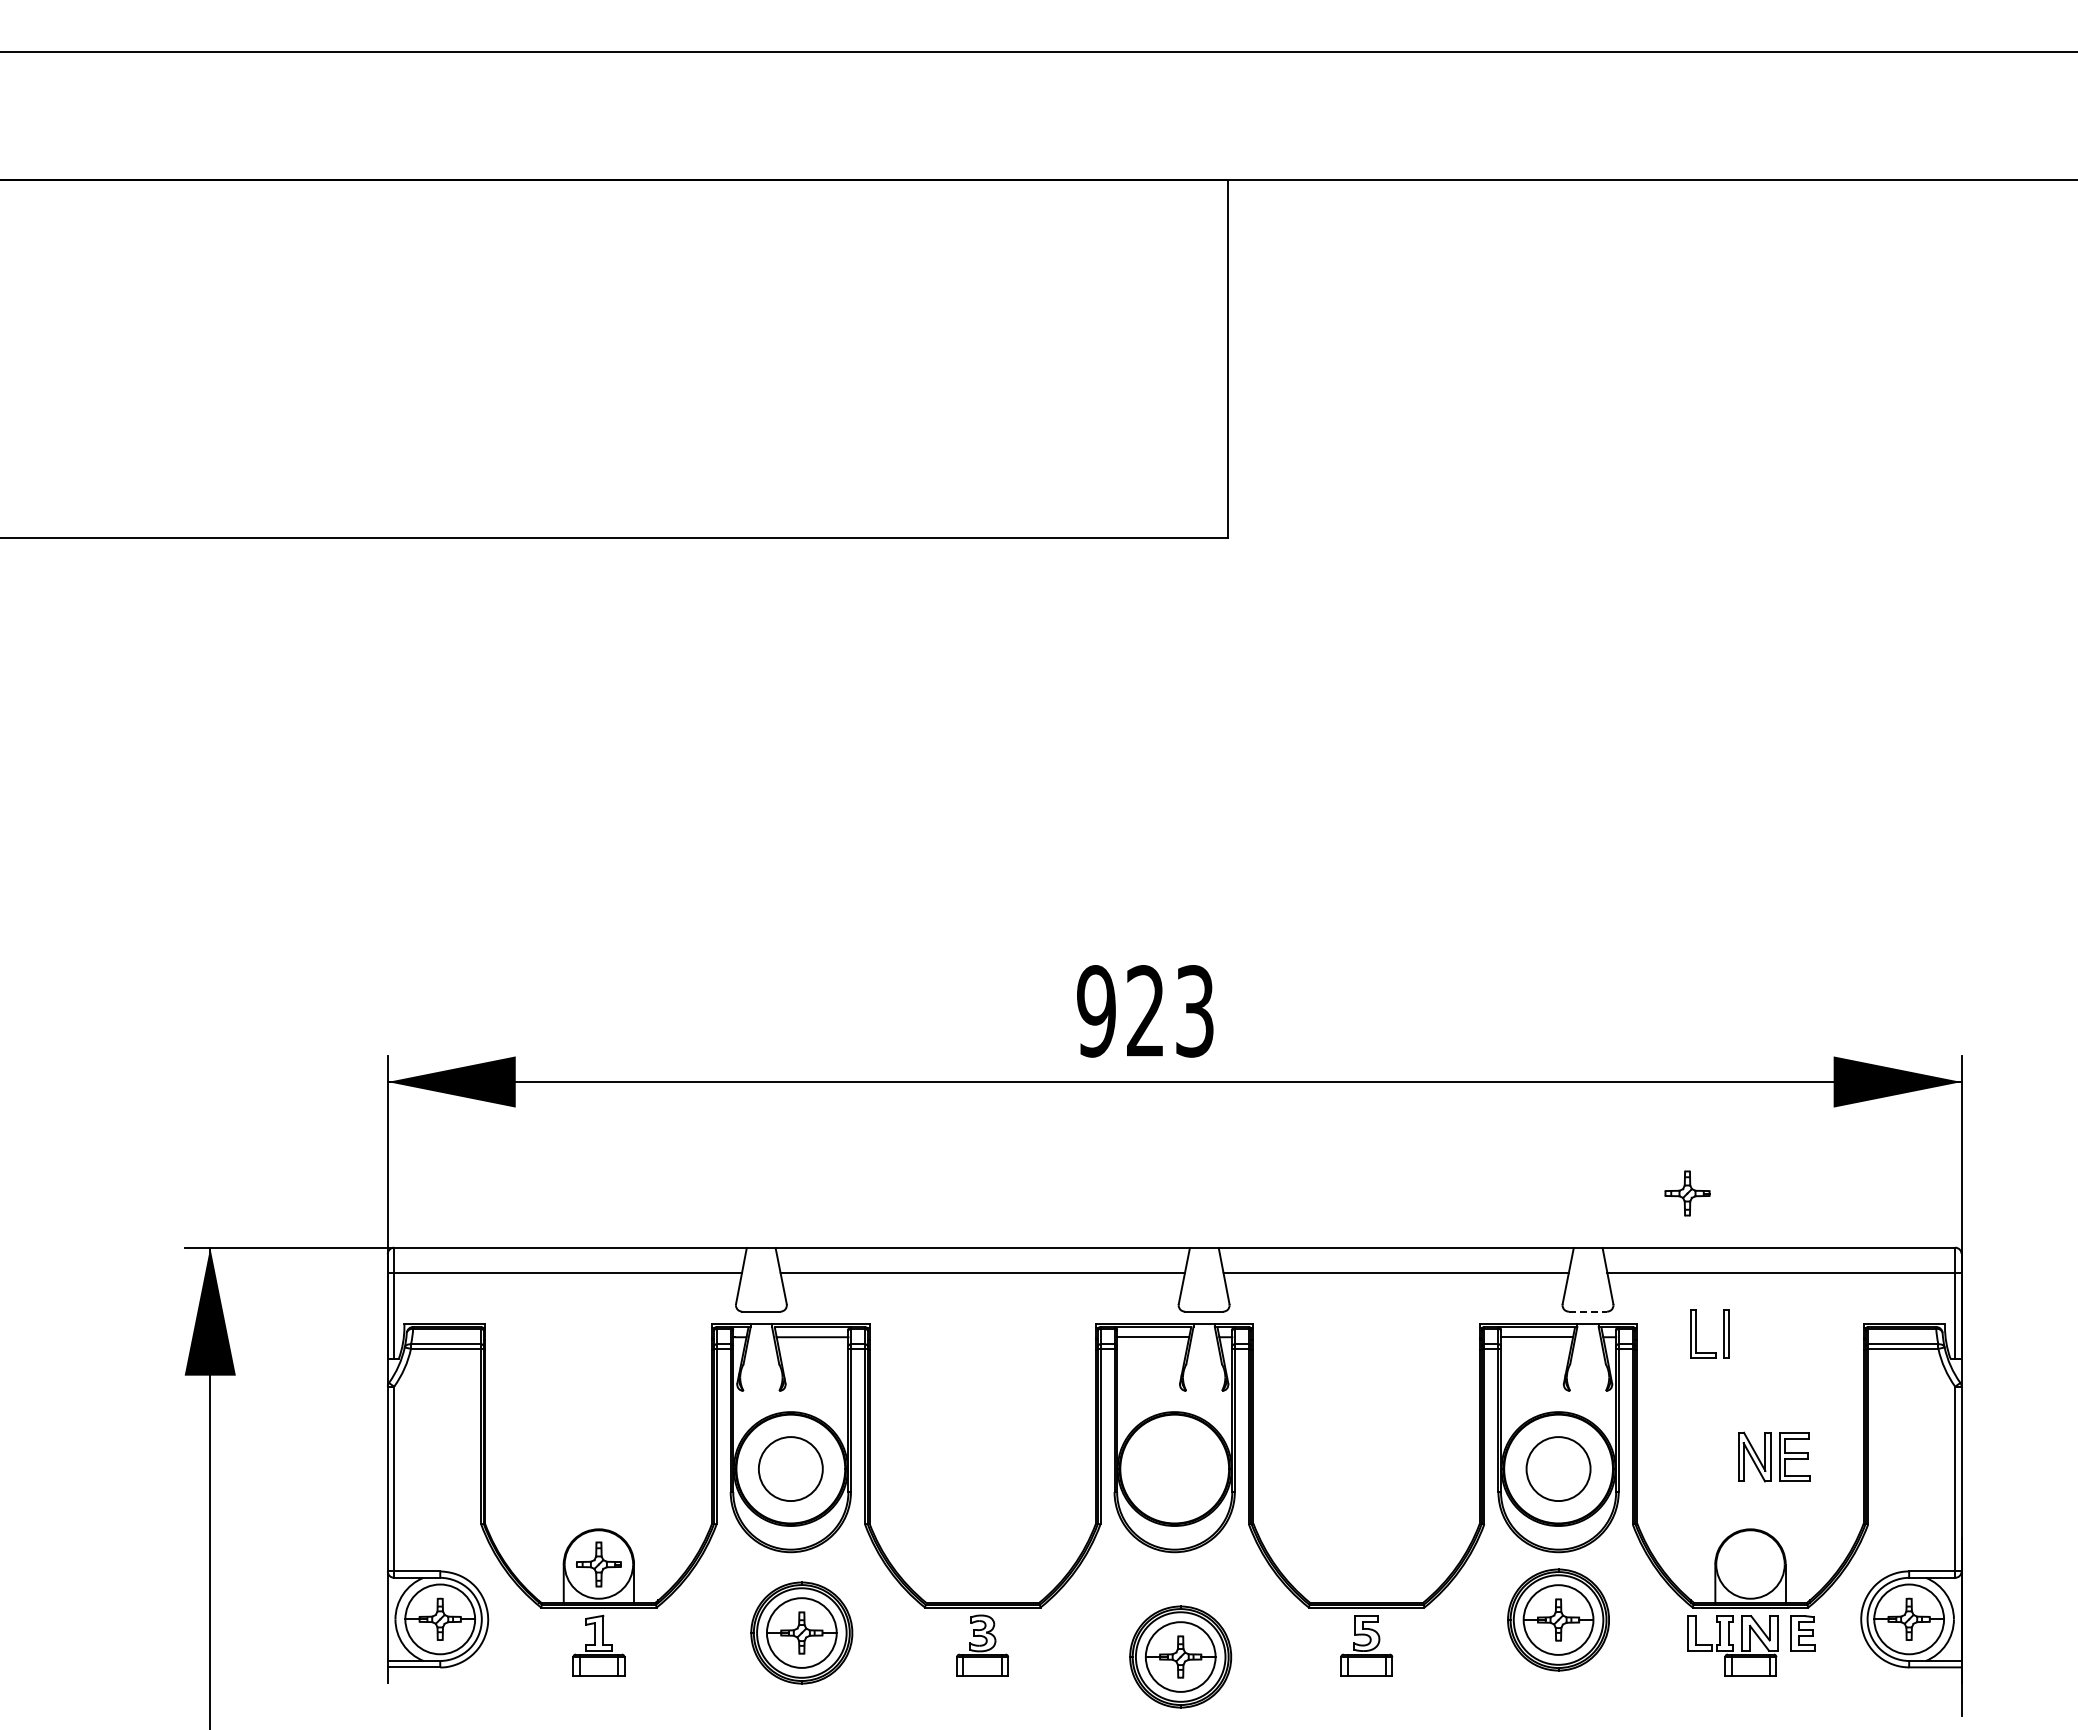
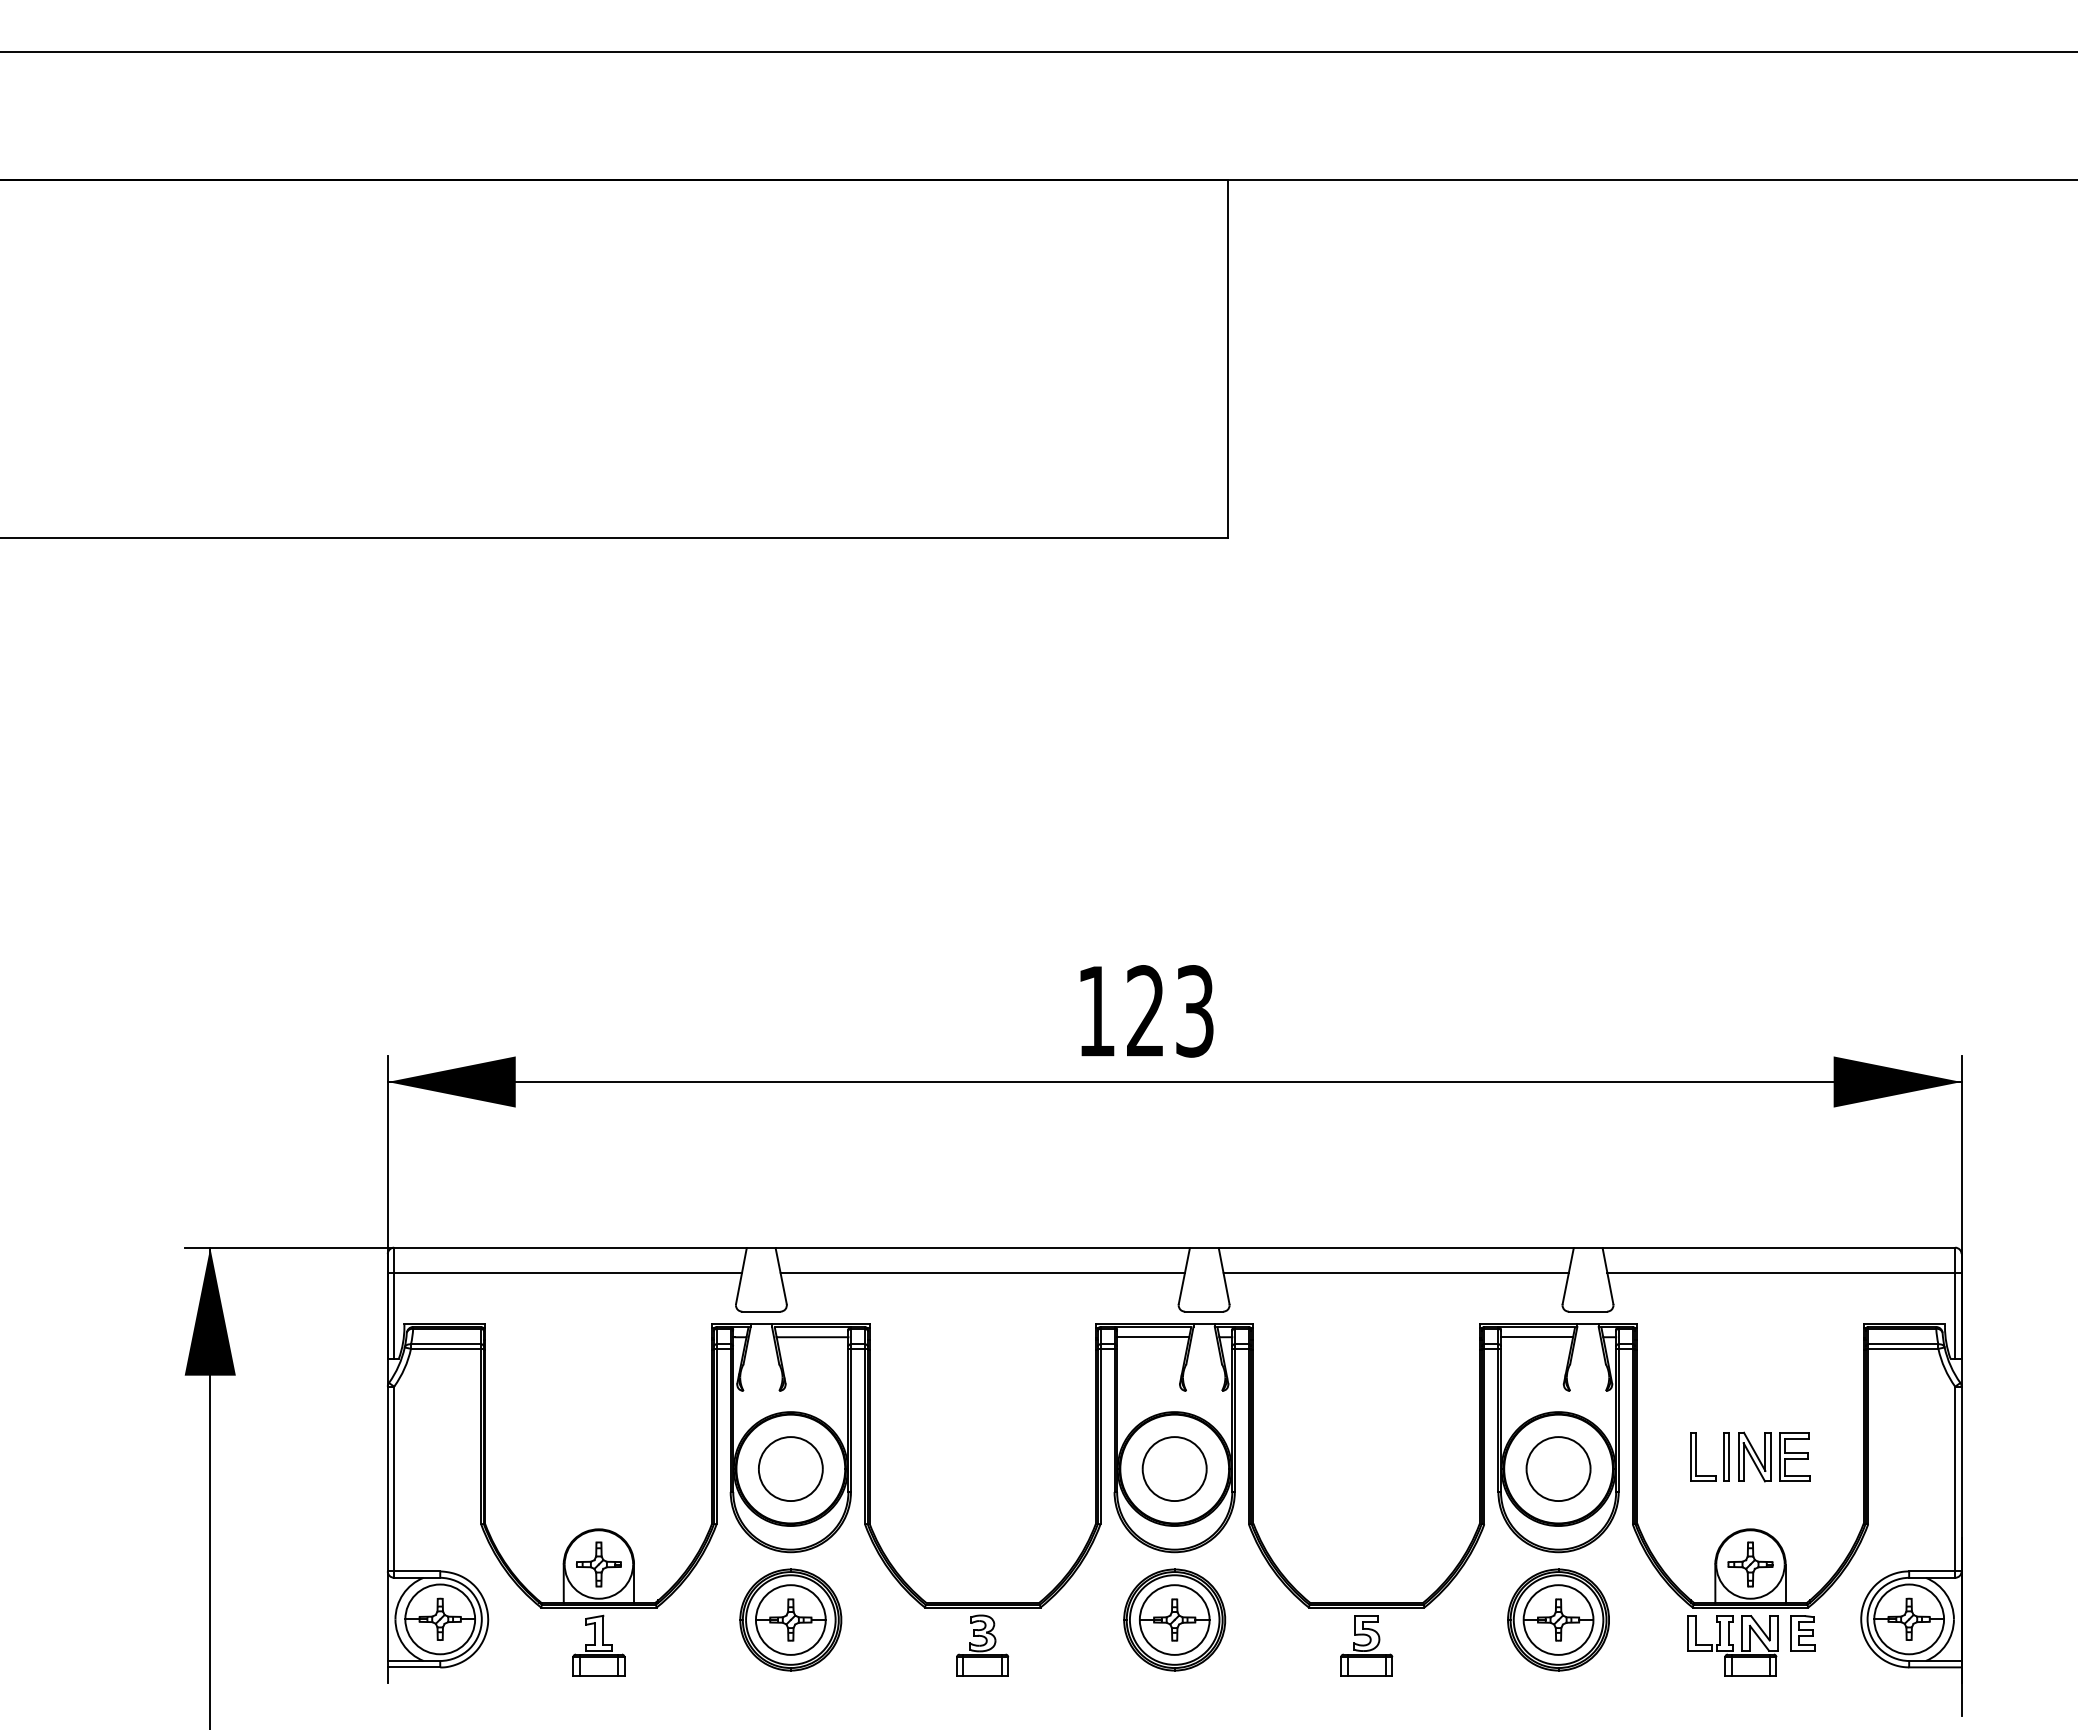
text at (1096, 1011): 923 -> 123
part at (1687, 1193) position: (1687, 1193) -> (1750, 1564)
line at (1588, 1311): dashed -> solid
part at (1696, 1333) position: (1696, 1333) -> (1696, 1456)
part at (1174, 1468): none -> present
part at (801, 1632) position: (801, 1632) -> (790, 1619)
part at (1180, 1656) position: (1180, 1656) -> (1174, 1619)
